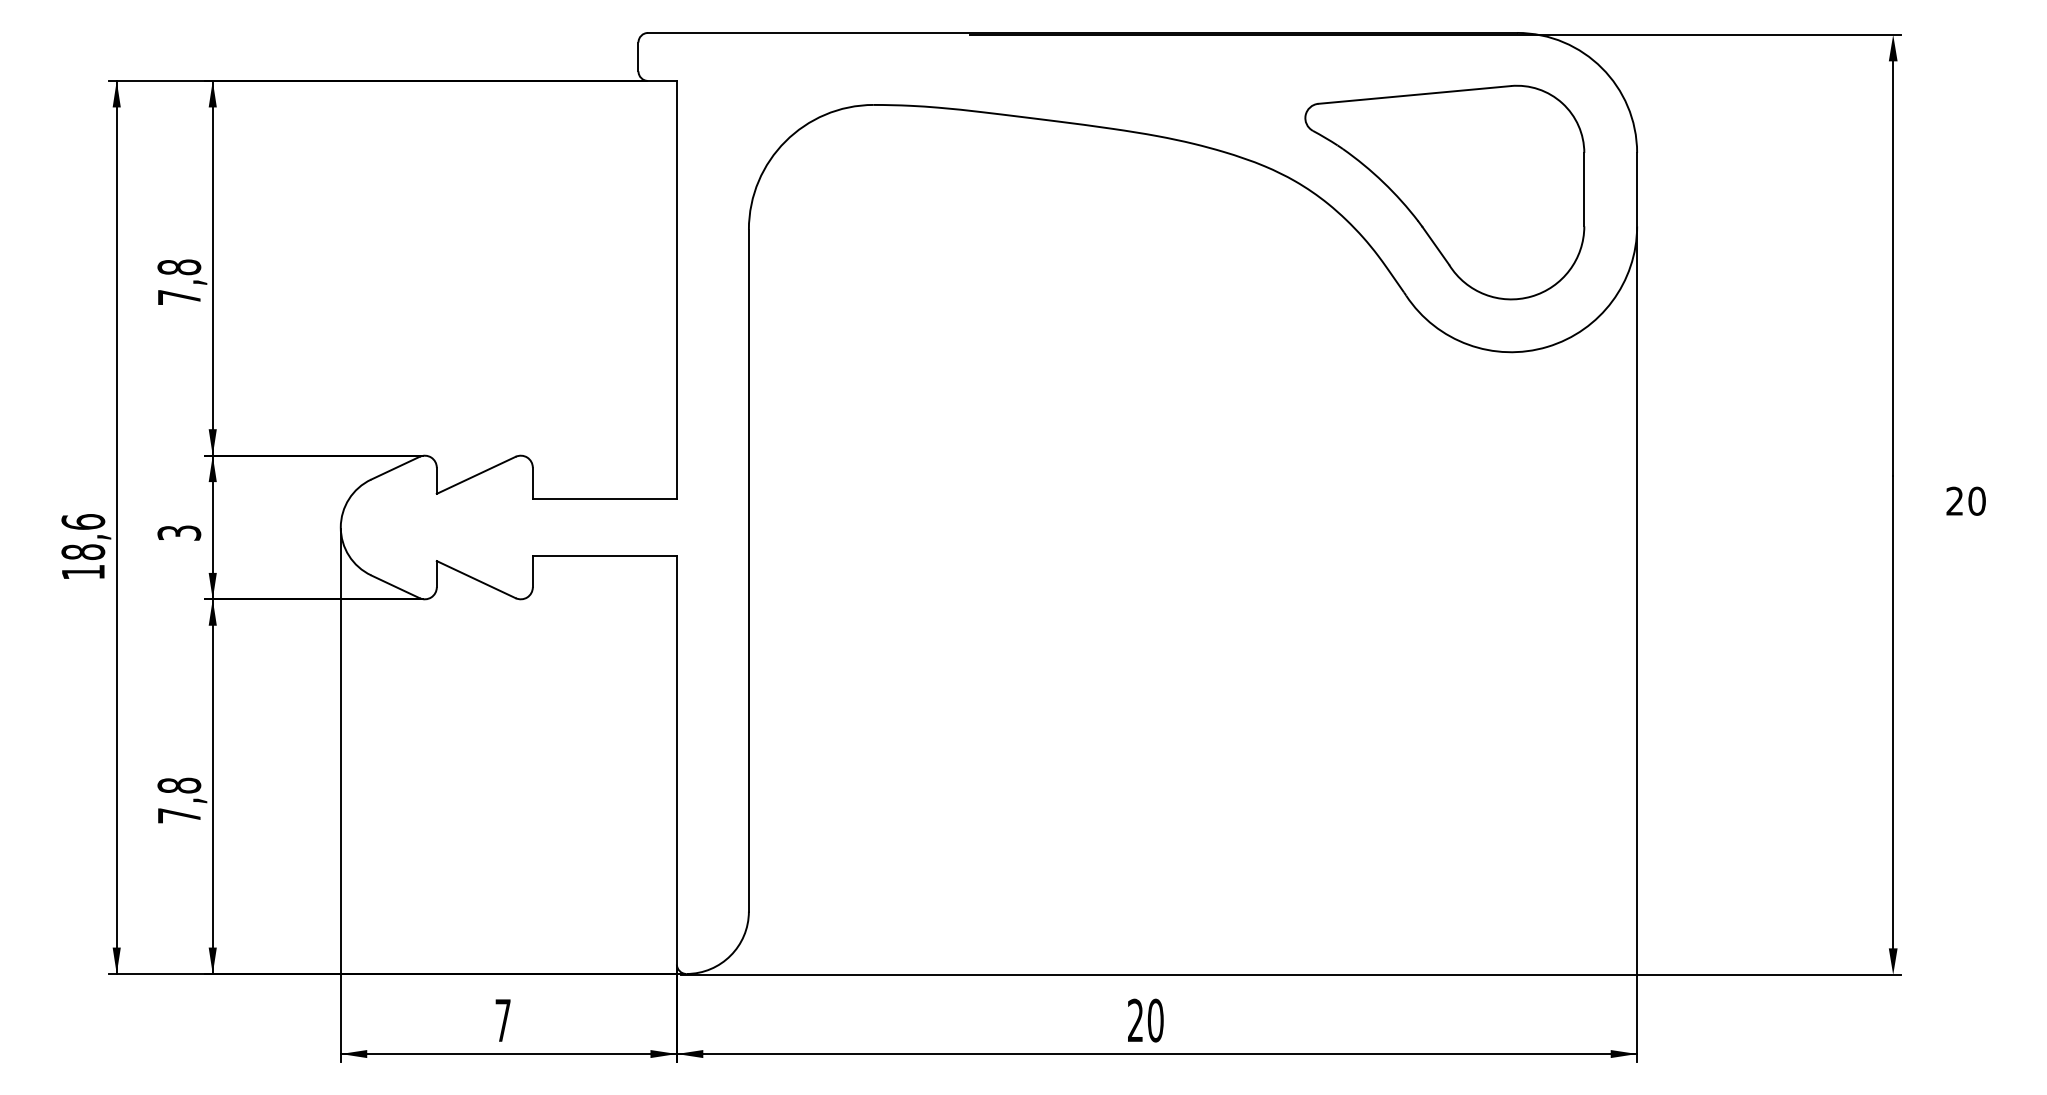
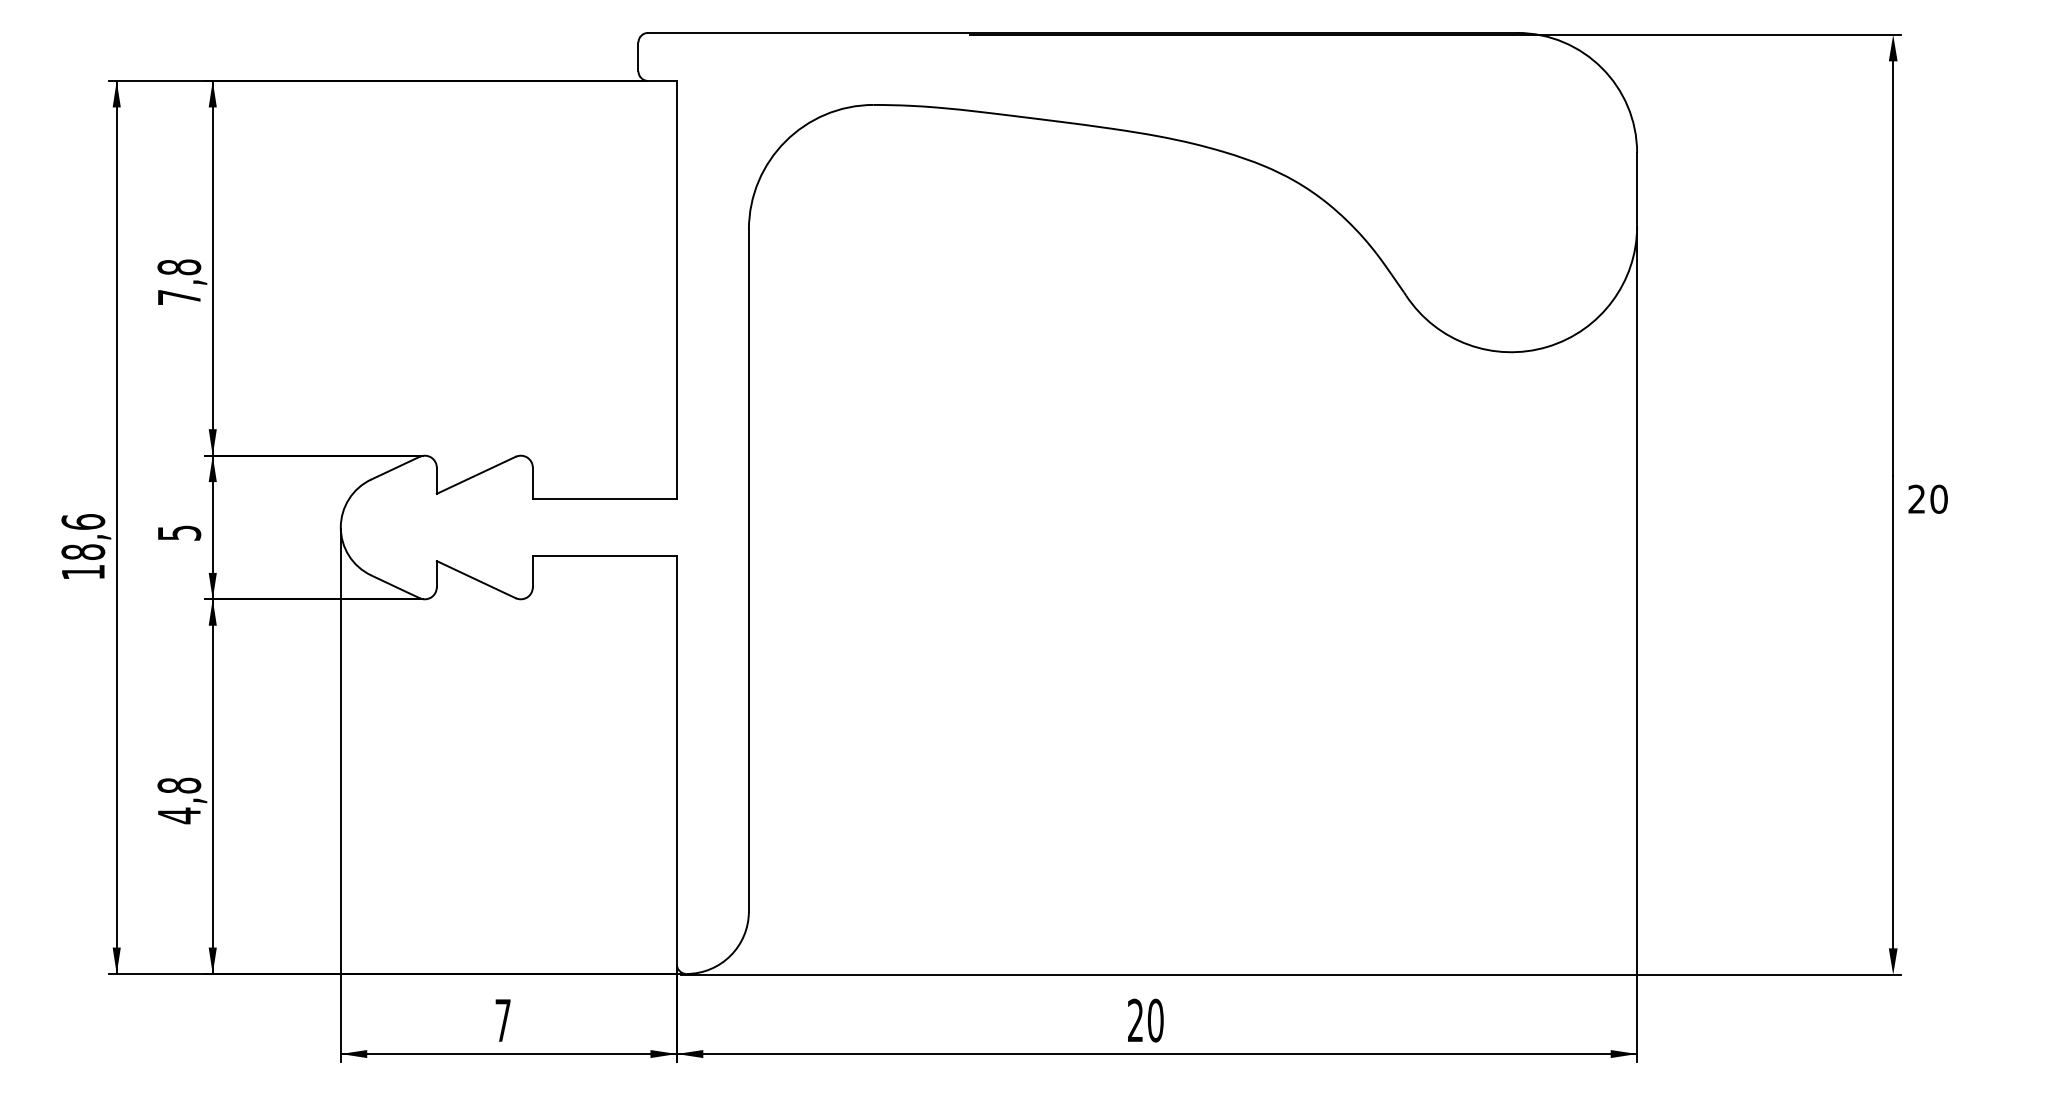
part at (1444, 192): present -> none
text at (1965, 500) position: (1965, 500) -> (1927, 498)
text at (178, 532): 3 -> 5
text at (179, 815): 7,8 -> 4,8
